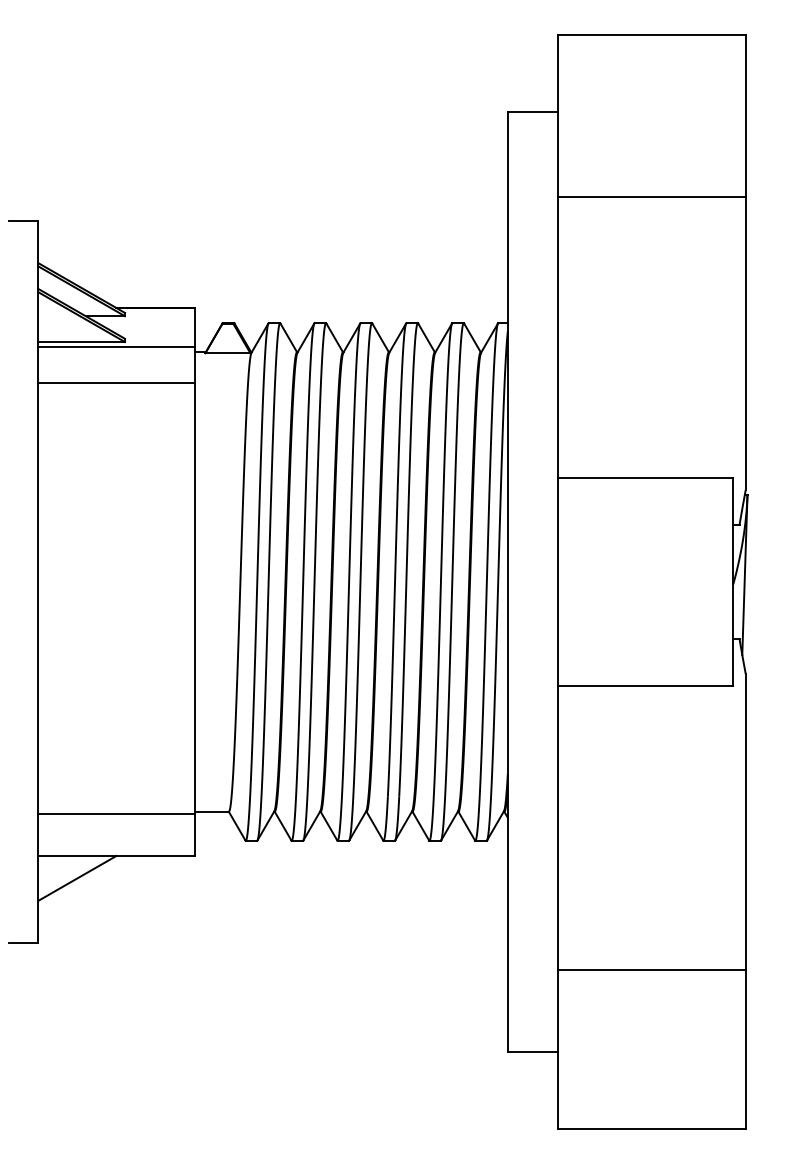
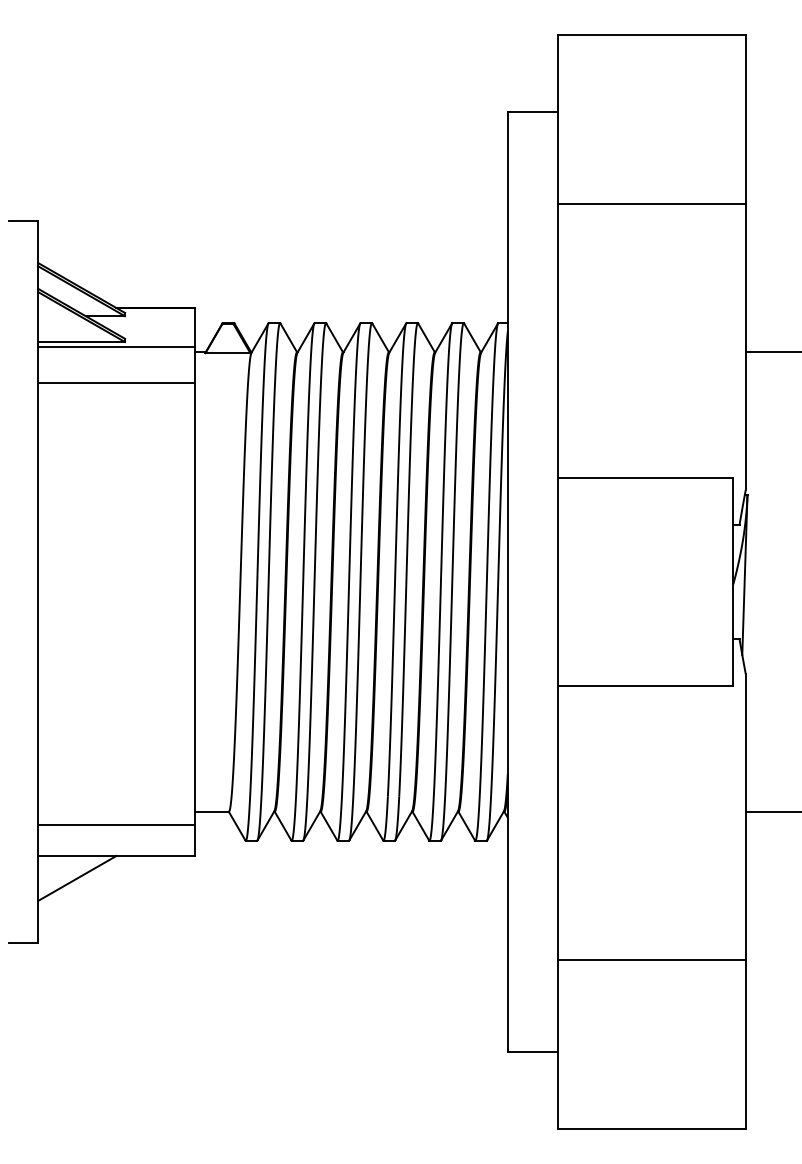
line at (651, 196) position: (651, 196) -> (651, 203)
line at (771, 352): none -> present
line at (771, 811): none -> present
line at (116, 814) position: (116, 814) -> (116, 825)
line at (651, 970) position: (651, 970) -> (651, 960)
